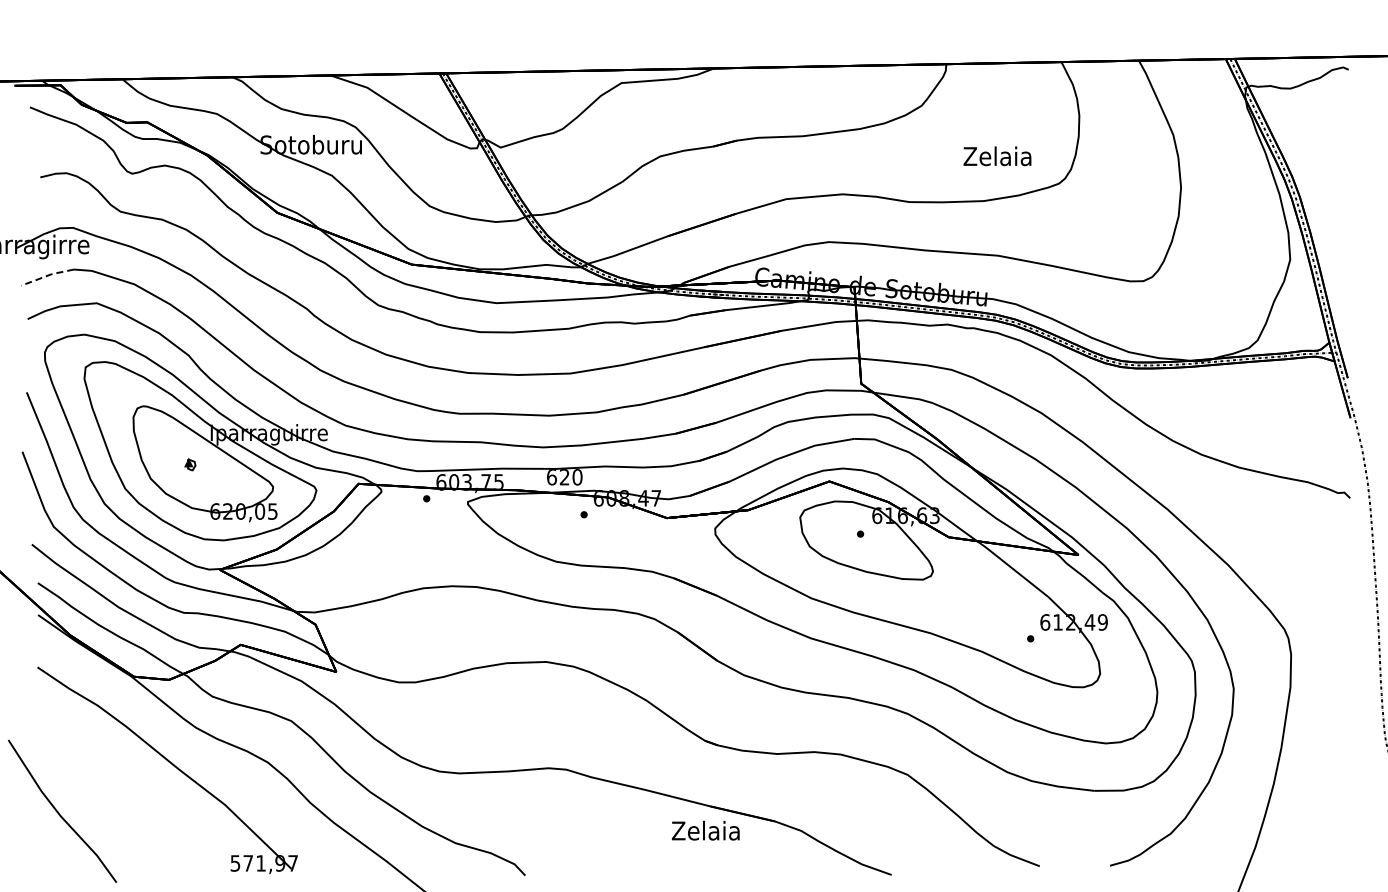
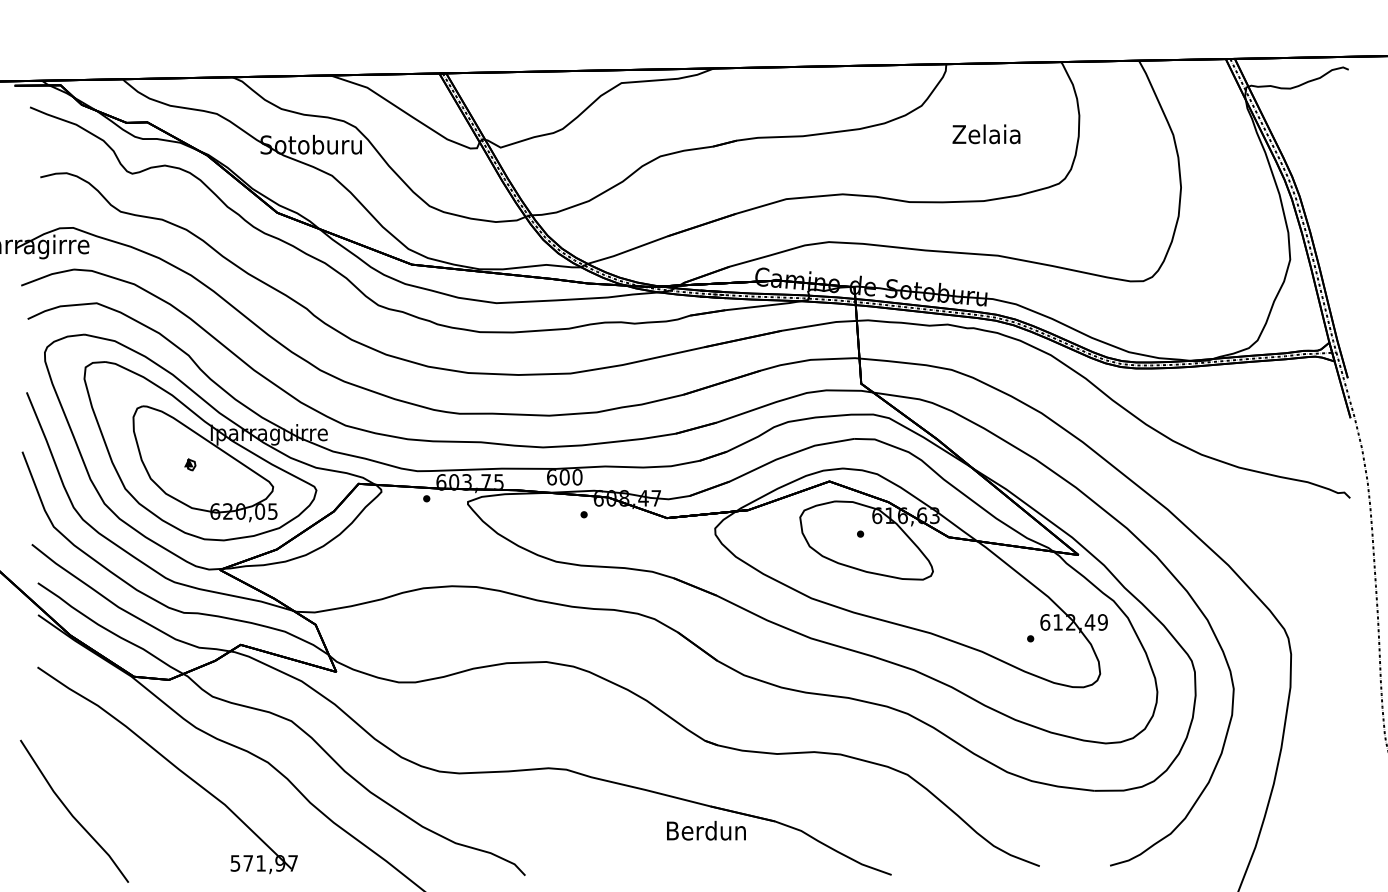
text at (997, 156) position: (997, 156) -> (986, 134)
line at (47, 275): dashed -> solid
text at (564, 477): 620 -> 600
line at (59, 812) position: (59, 812) -> (71, 812)
text at (706, 830): Zelaia -> Berdun
